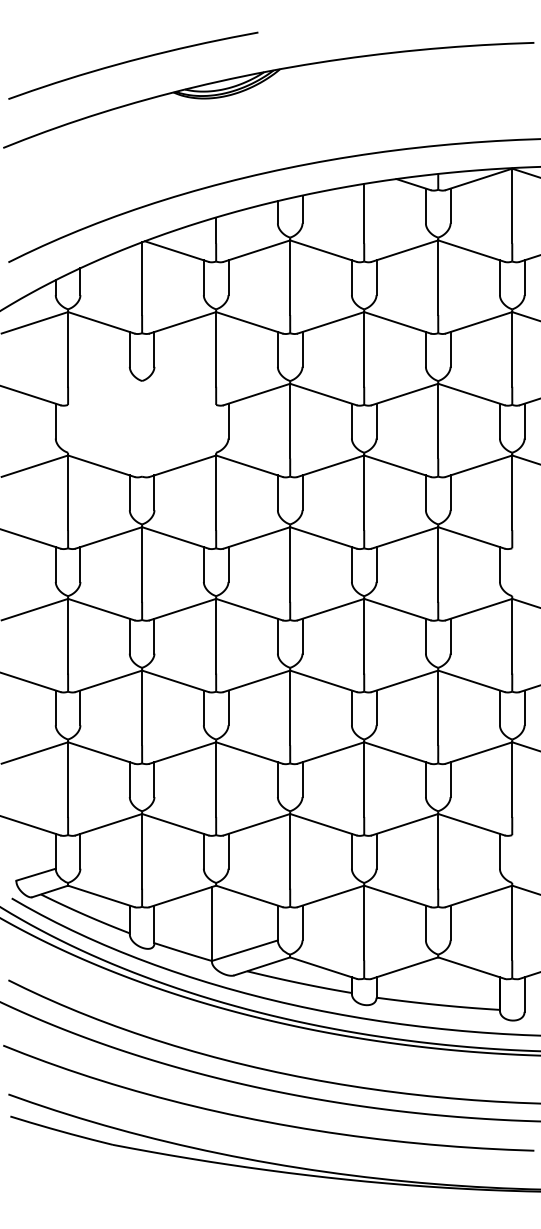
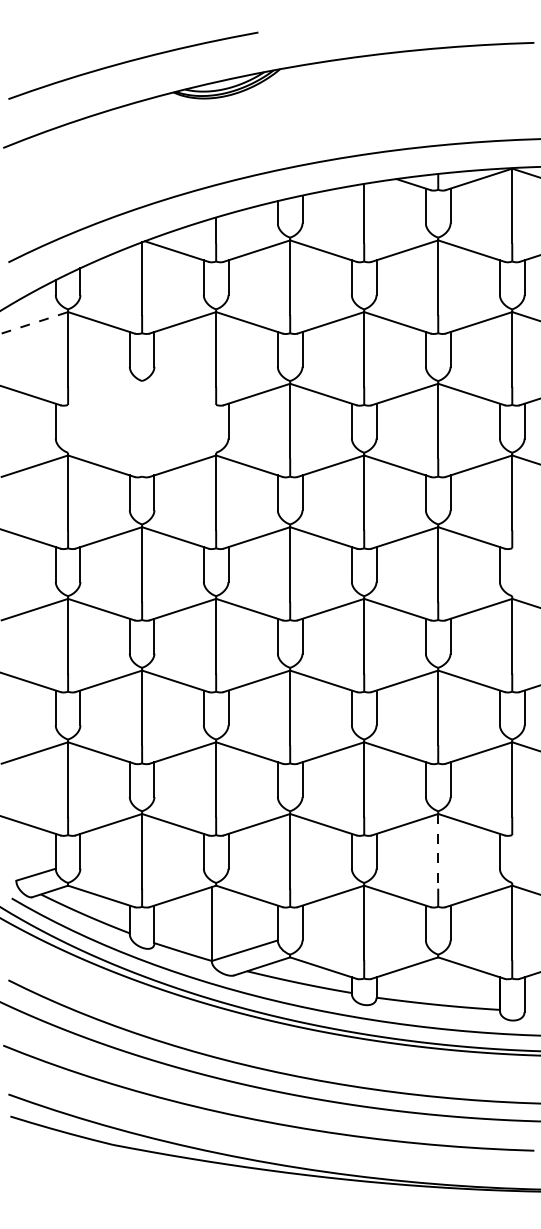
line at (34, 322): solid -> dashed
line at (438, 851): solid -> dashed
